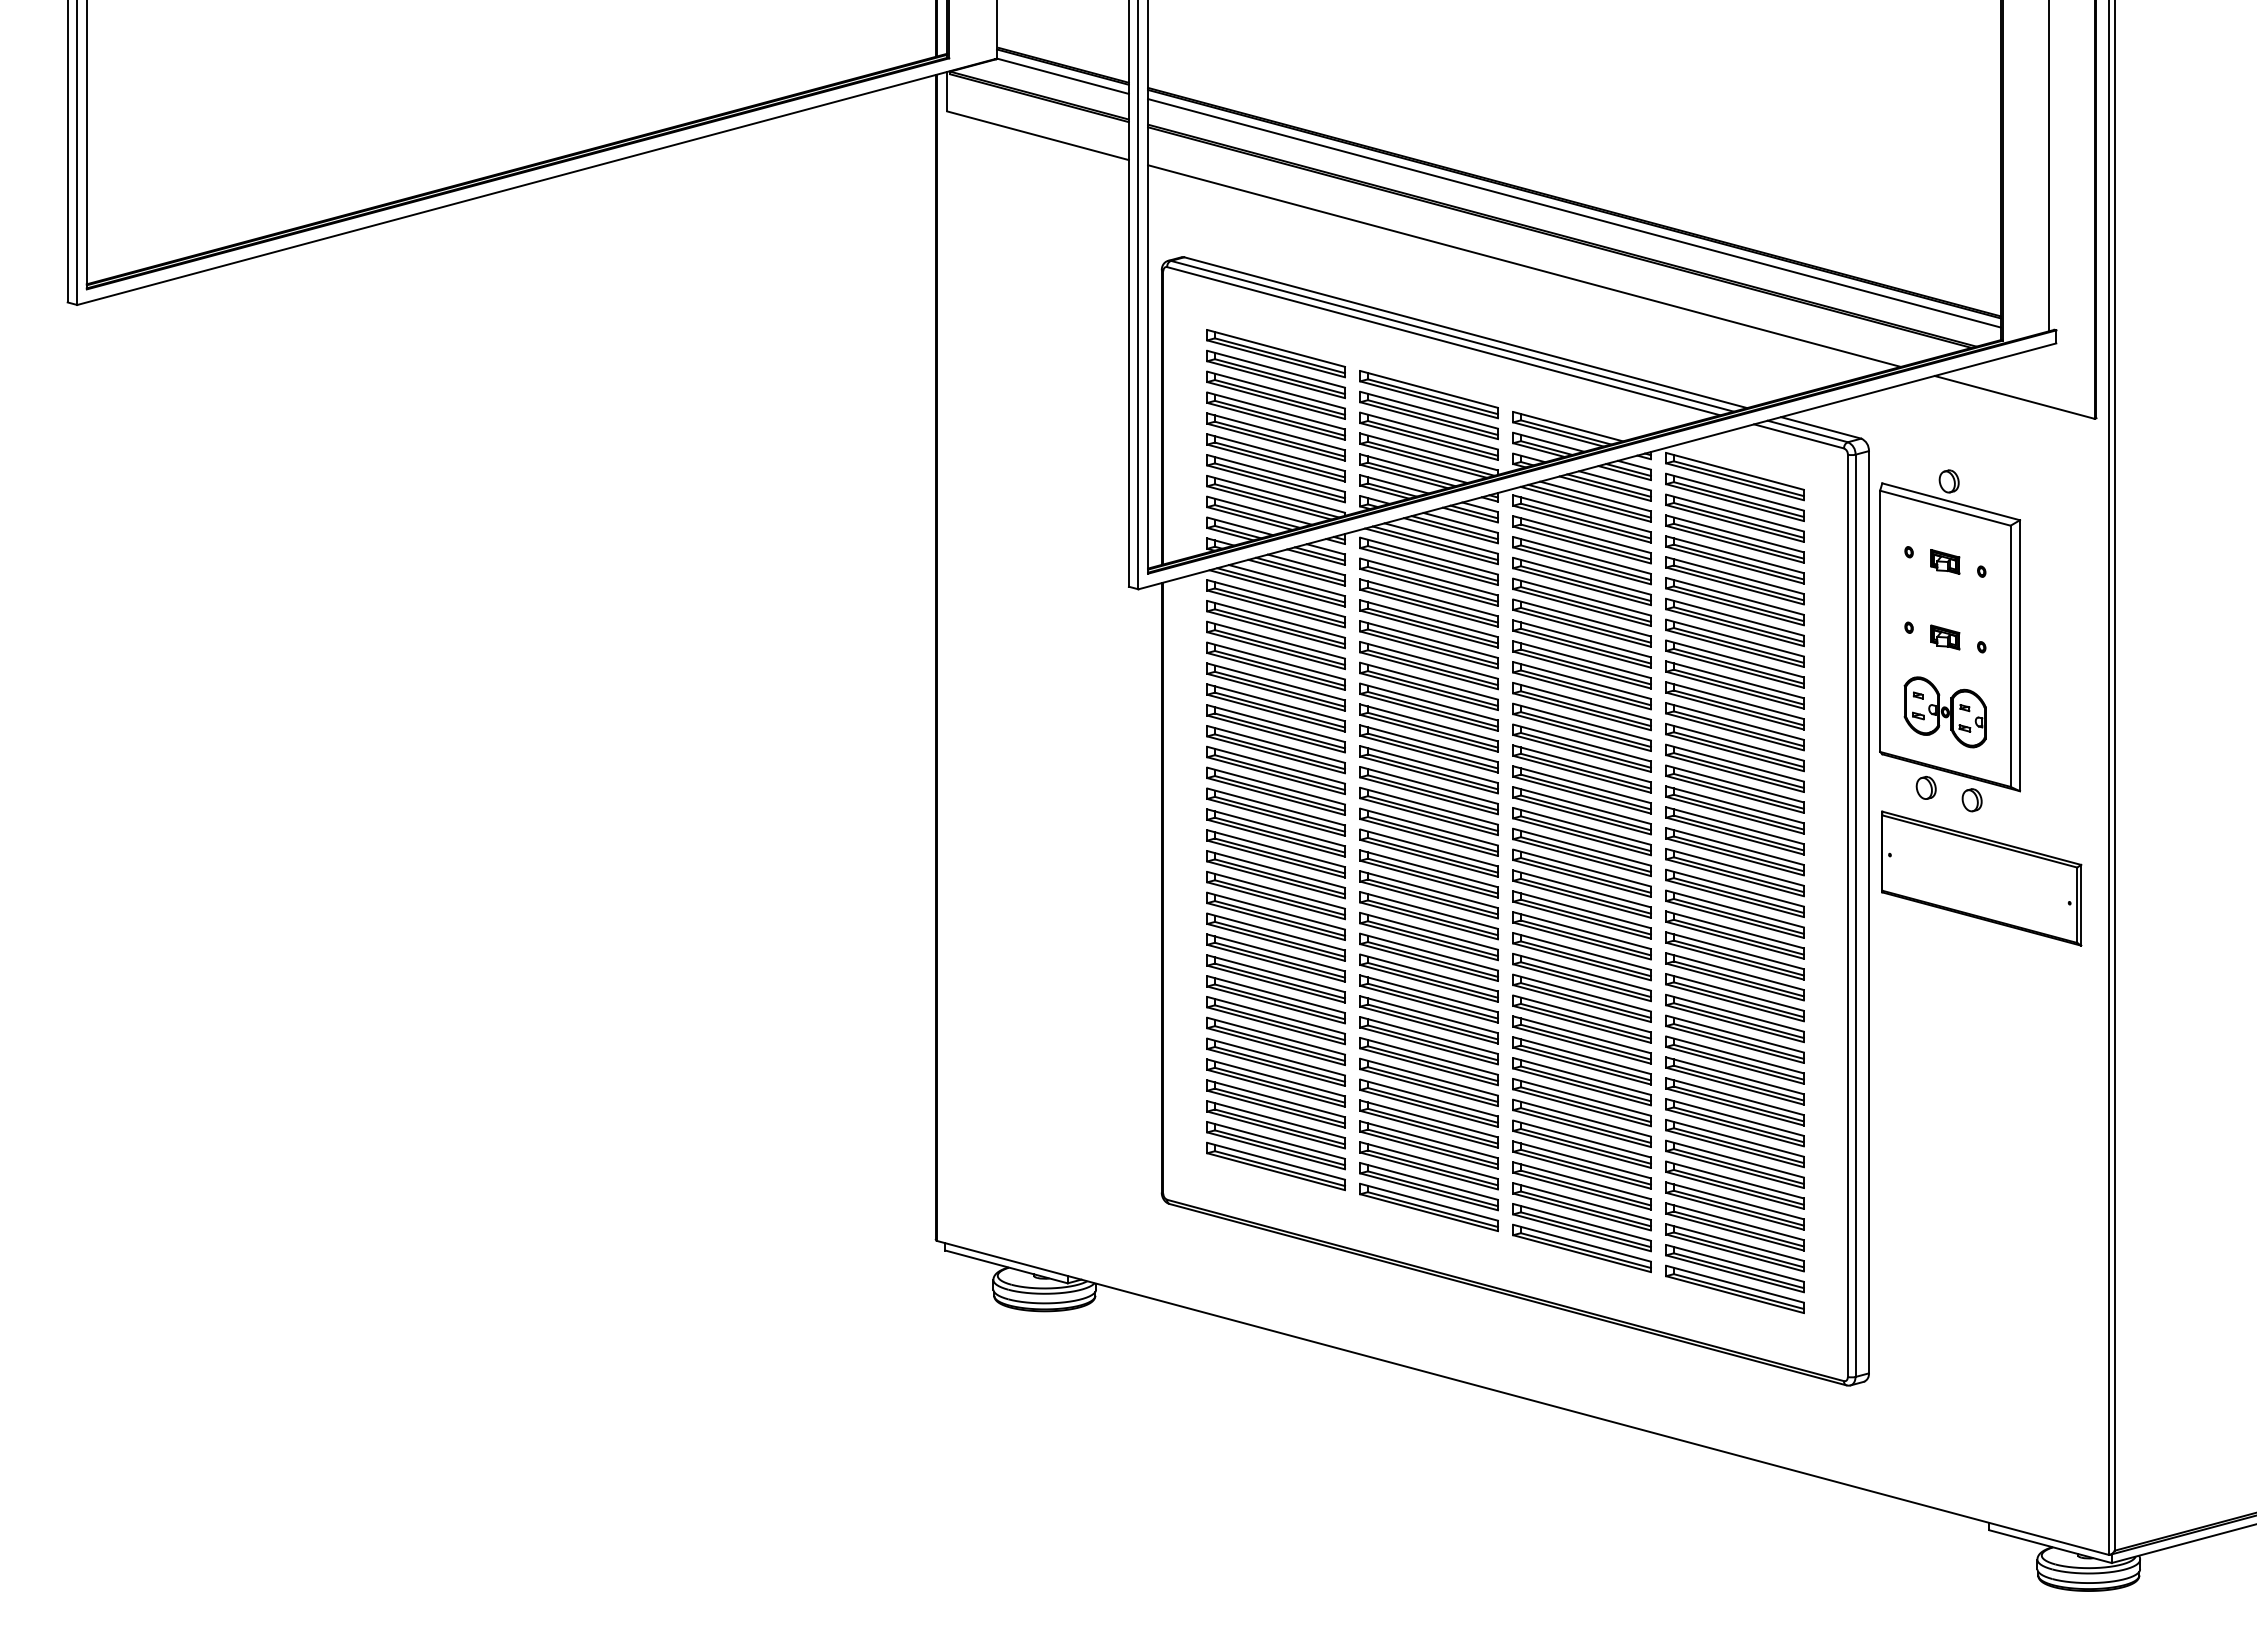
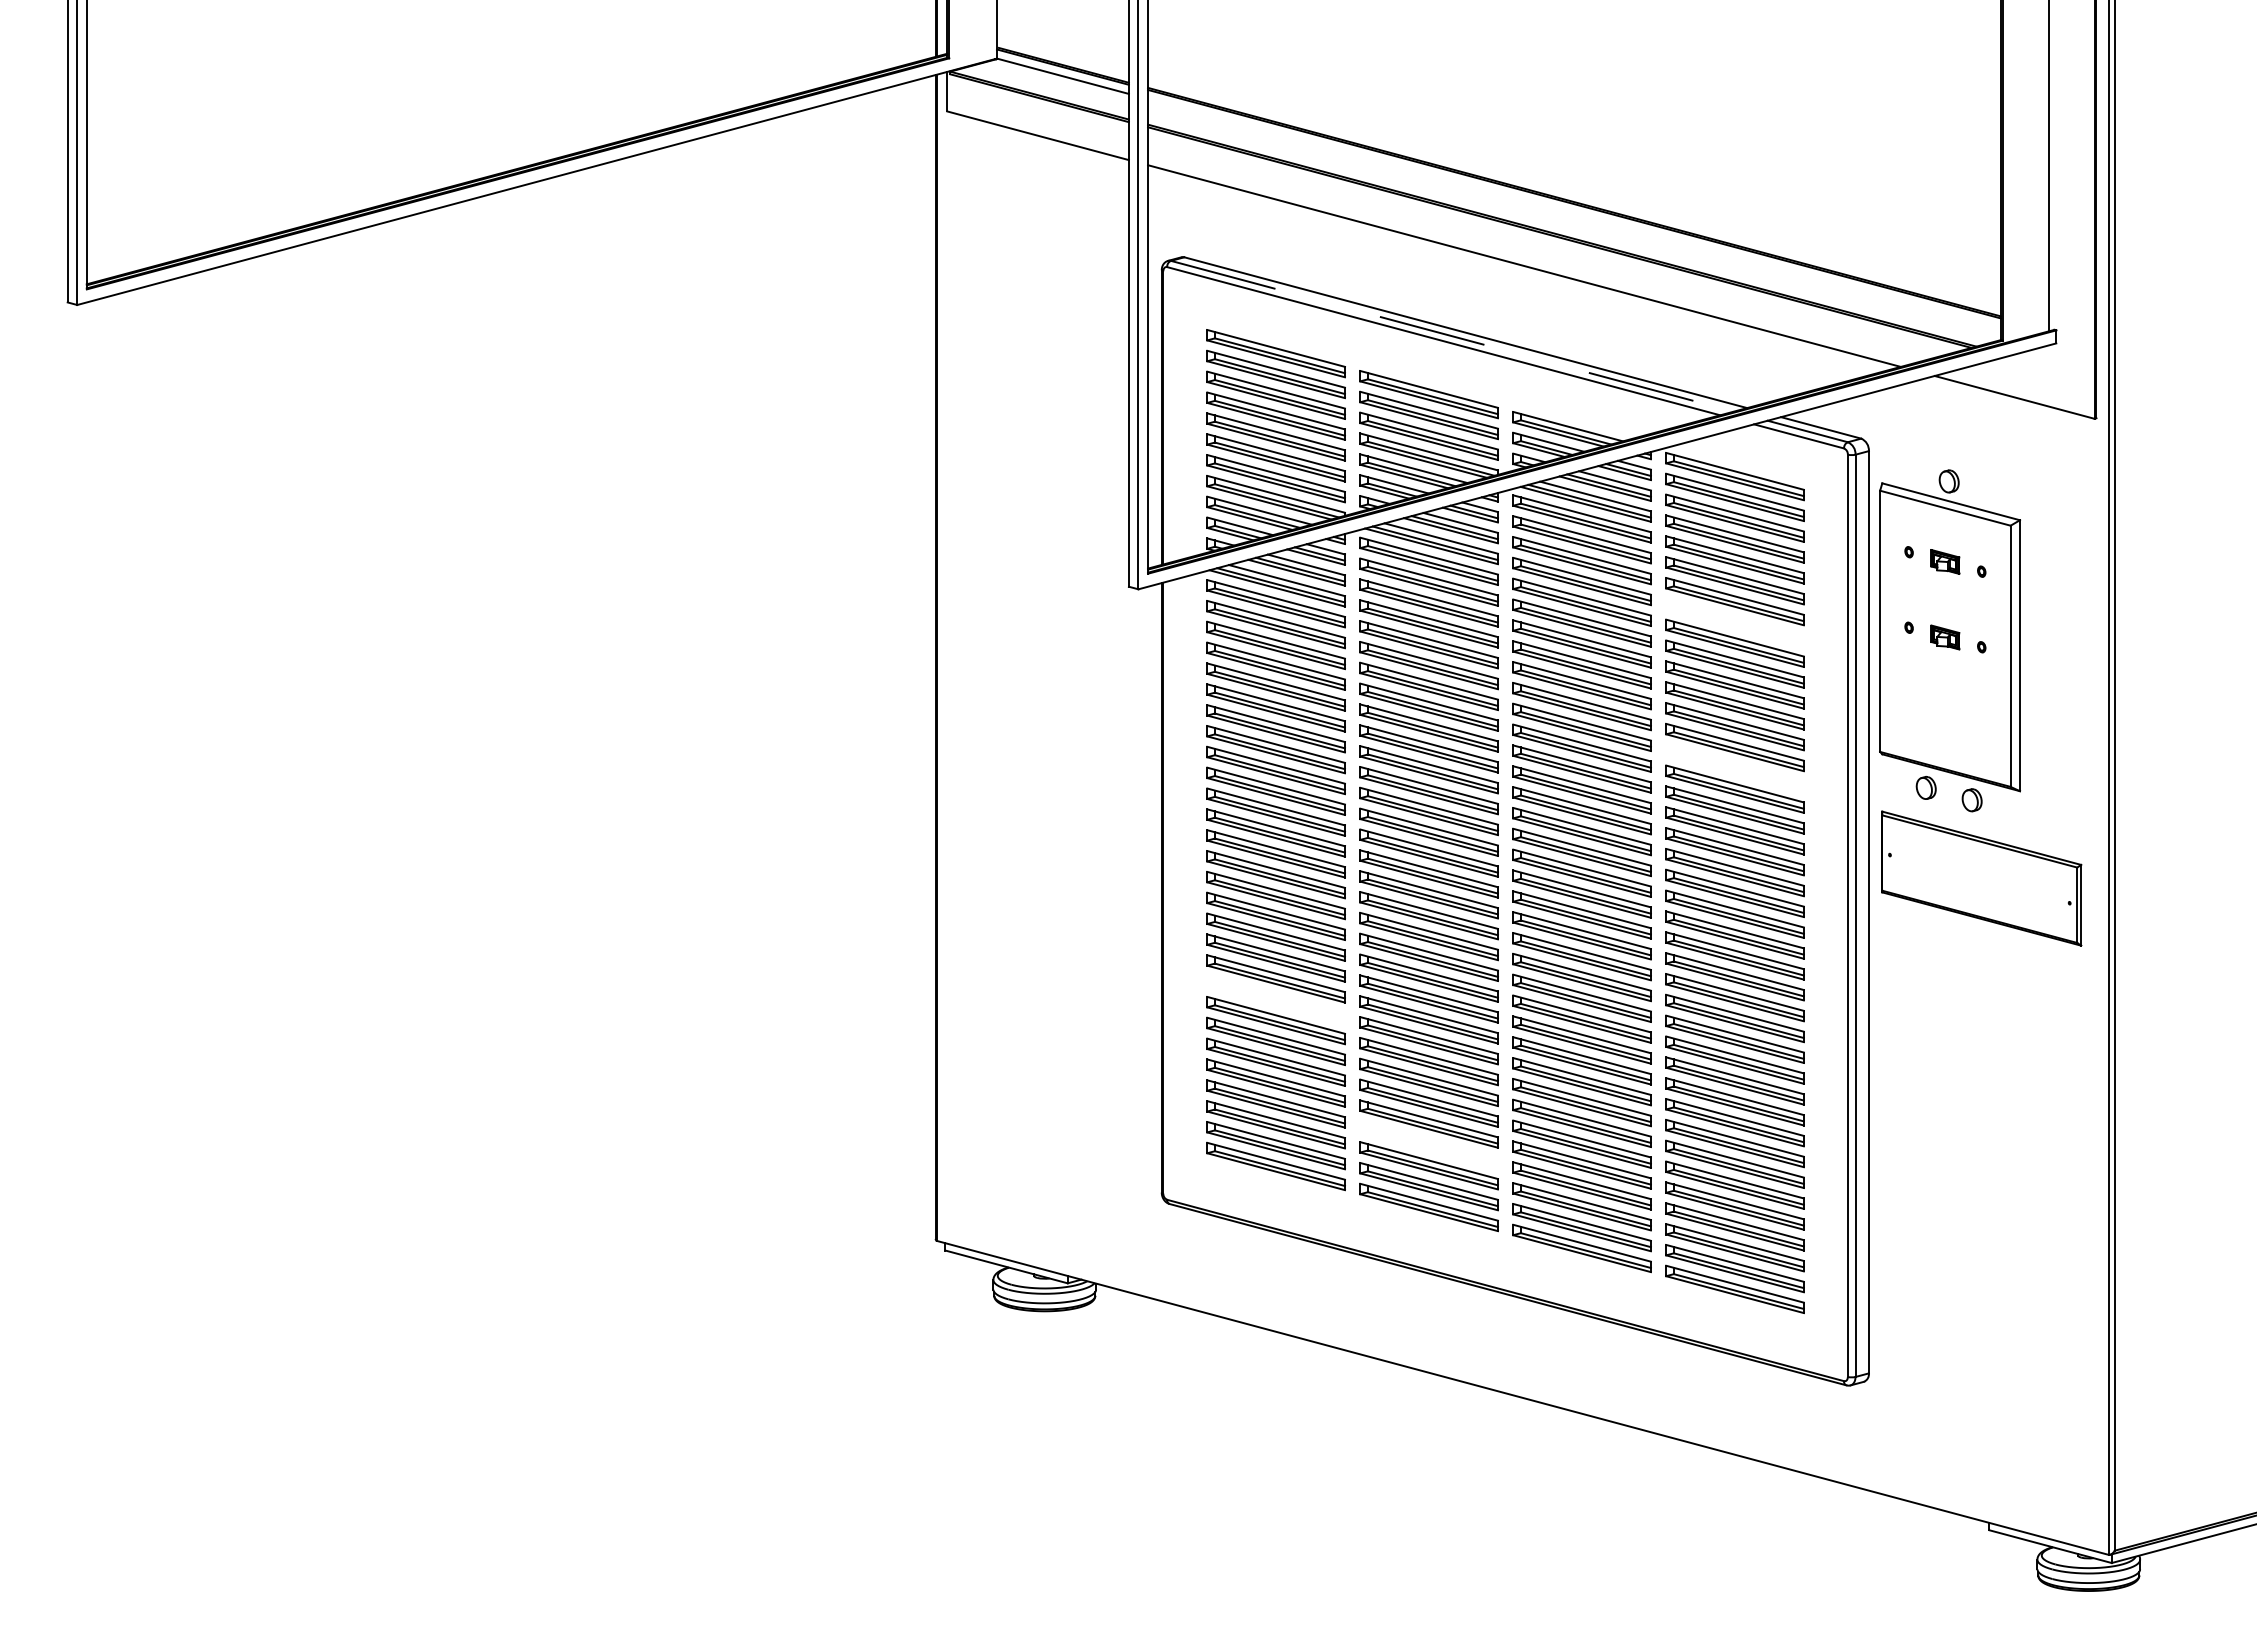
line at (1574, 213): present -> none
line at (1452, 336): solid -> dashed
part at (1734, 622): present -> none
part at (1944, 712): present -> none
part at (1734, 767): present -> none
part at (1275, 999): present -> none
part at (1428, 1144): present -> none
